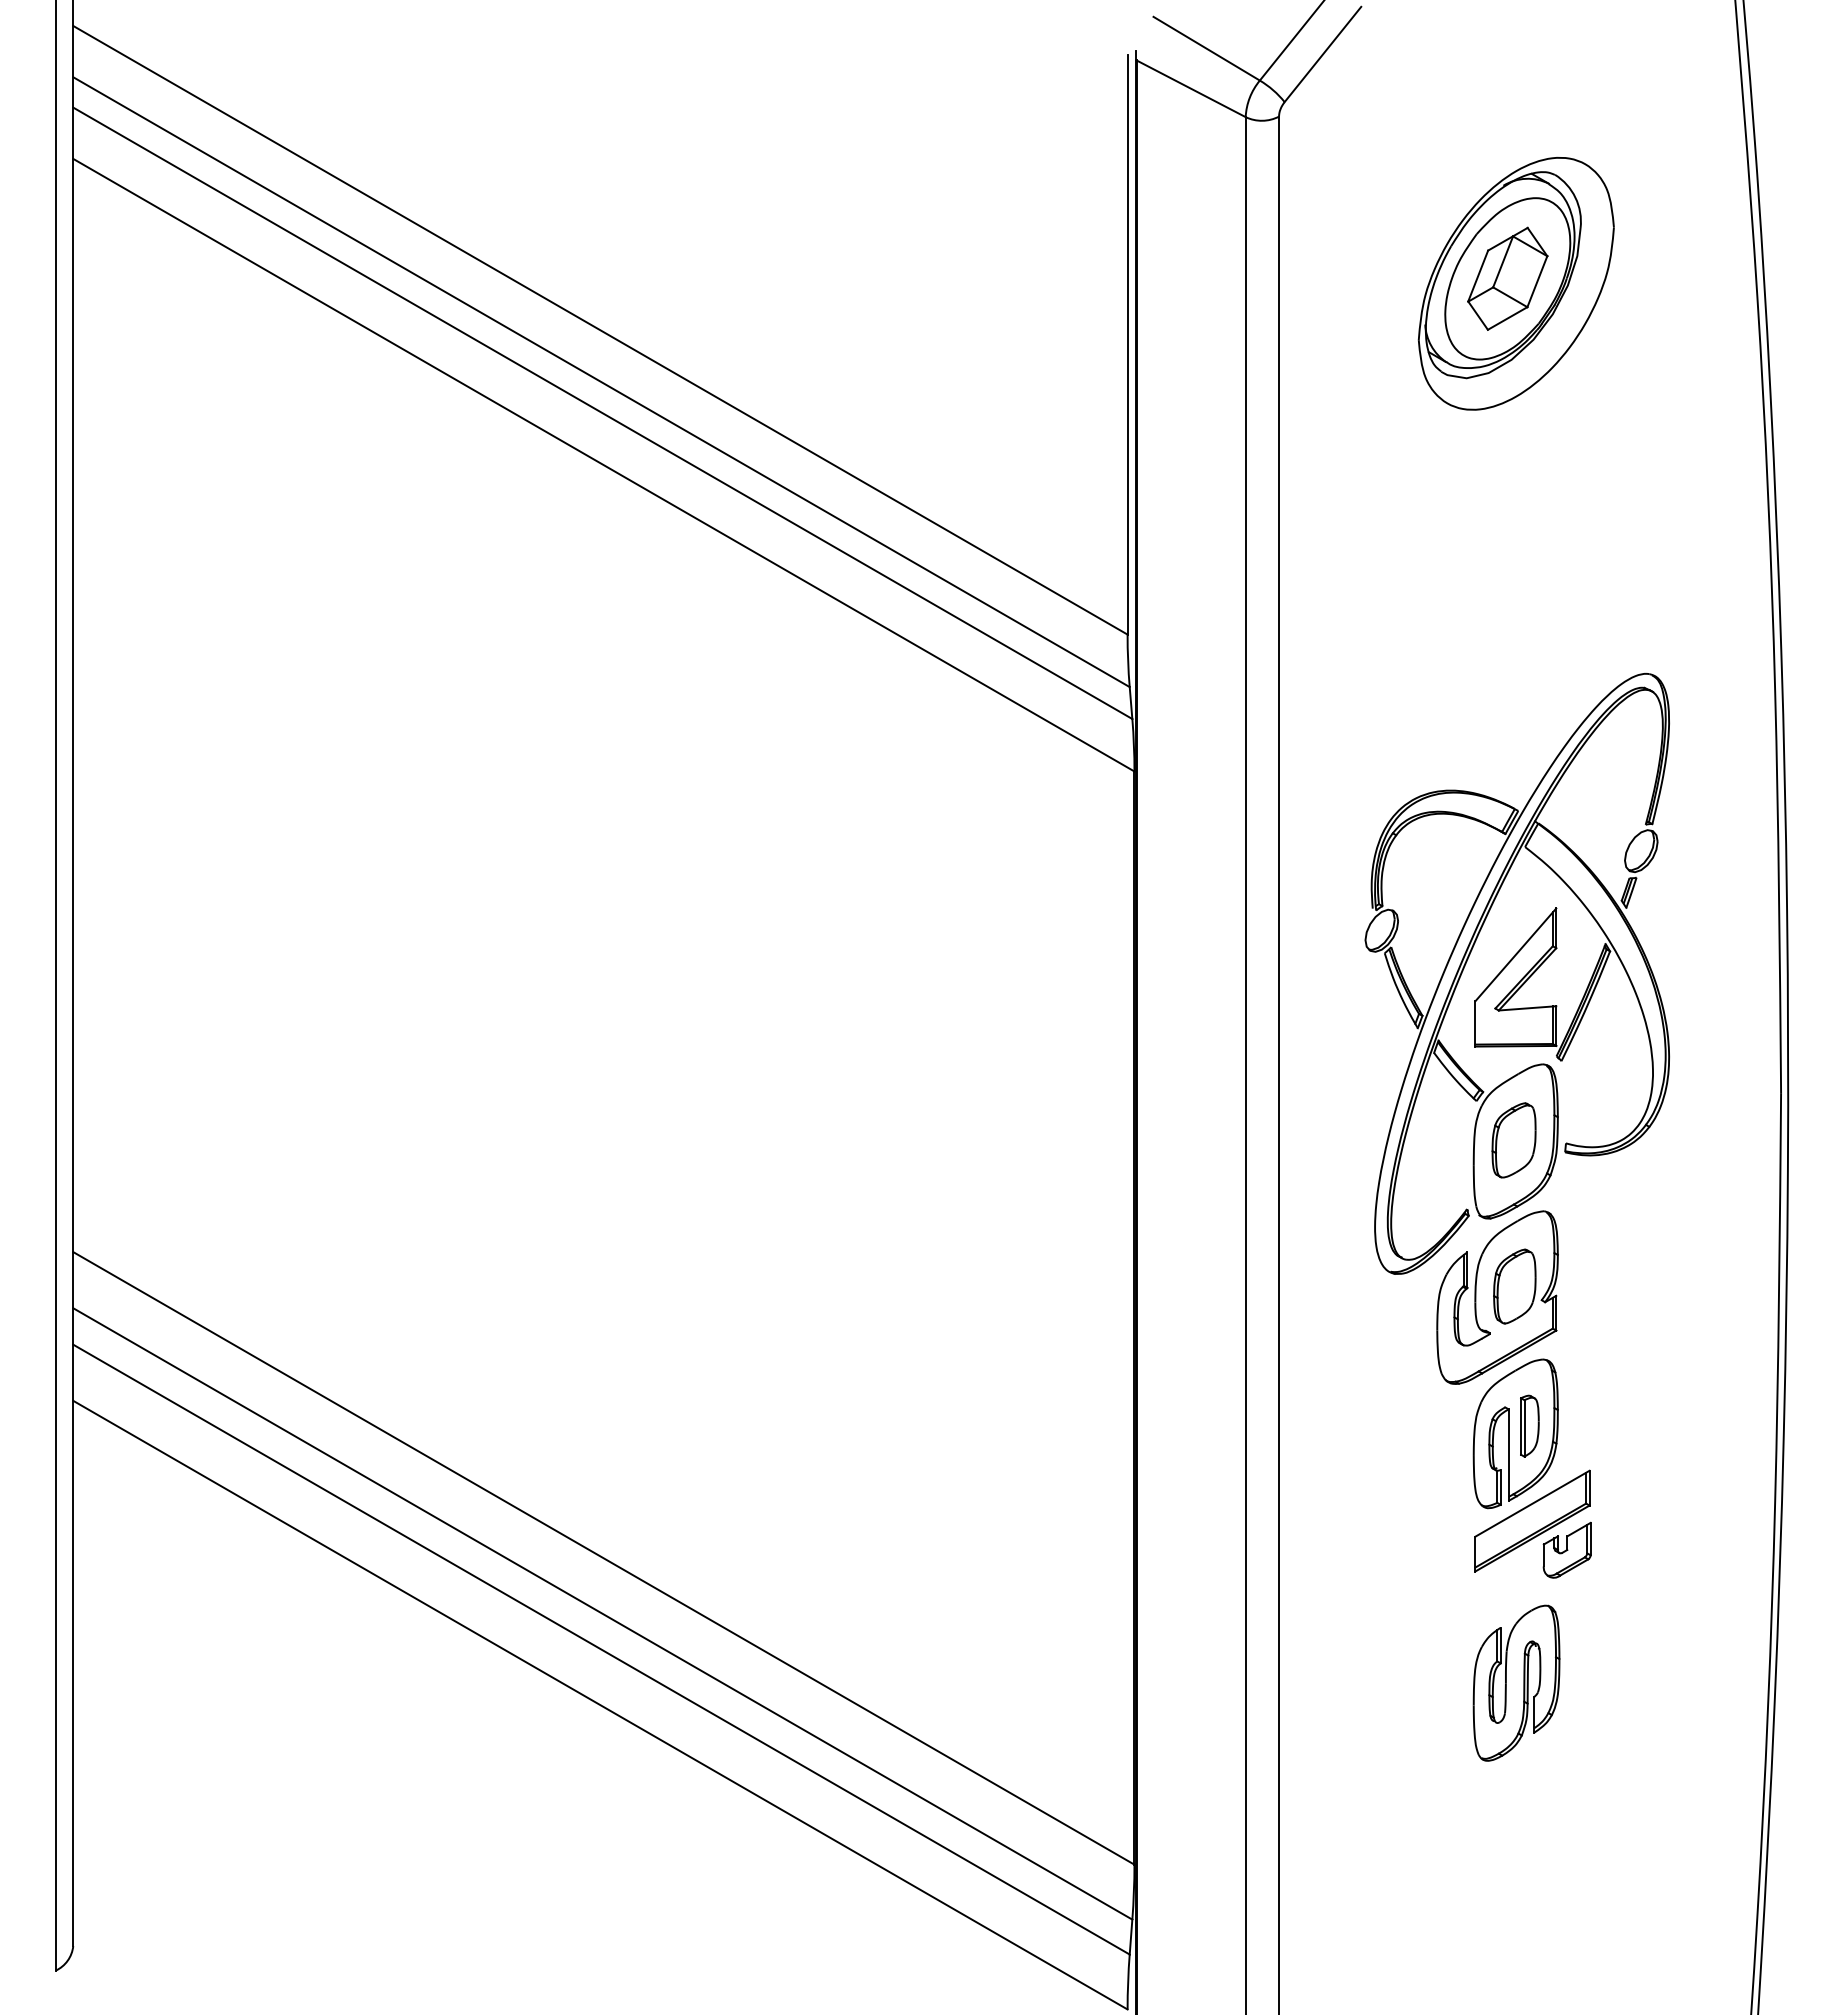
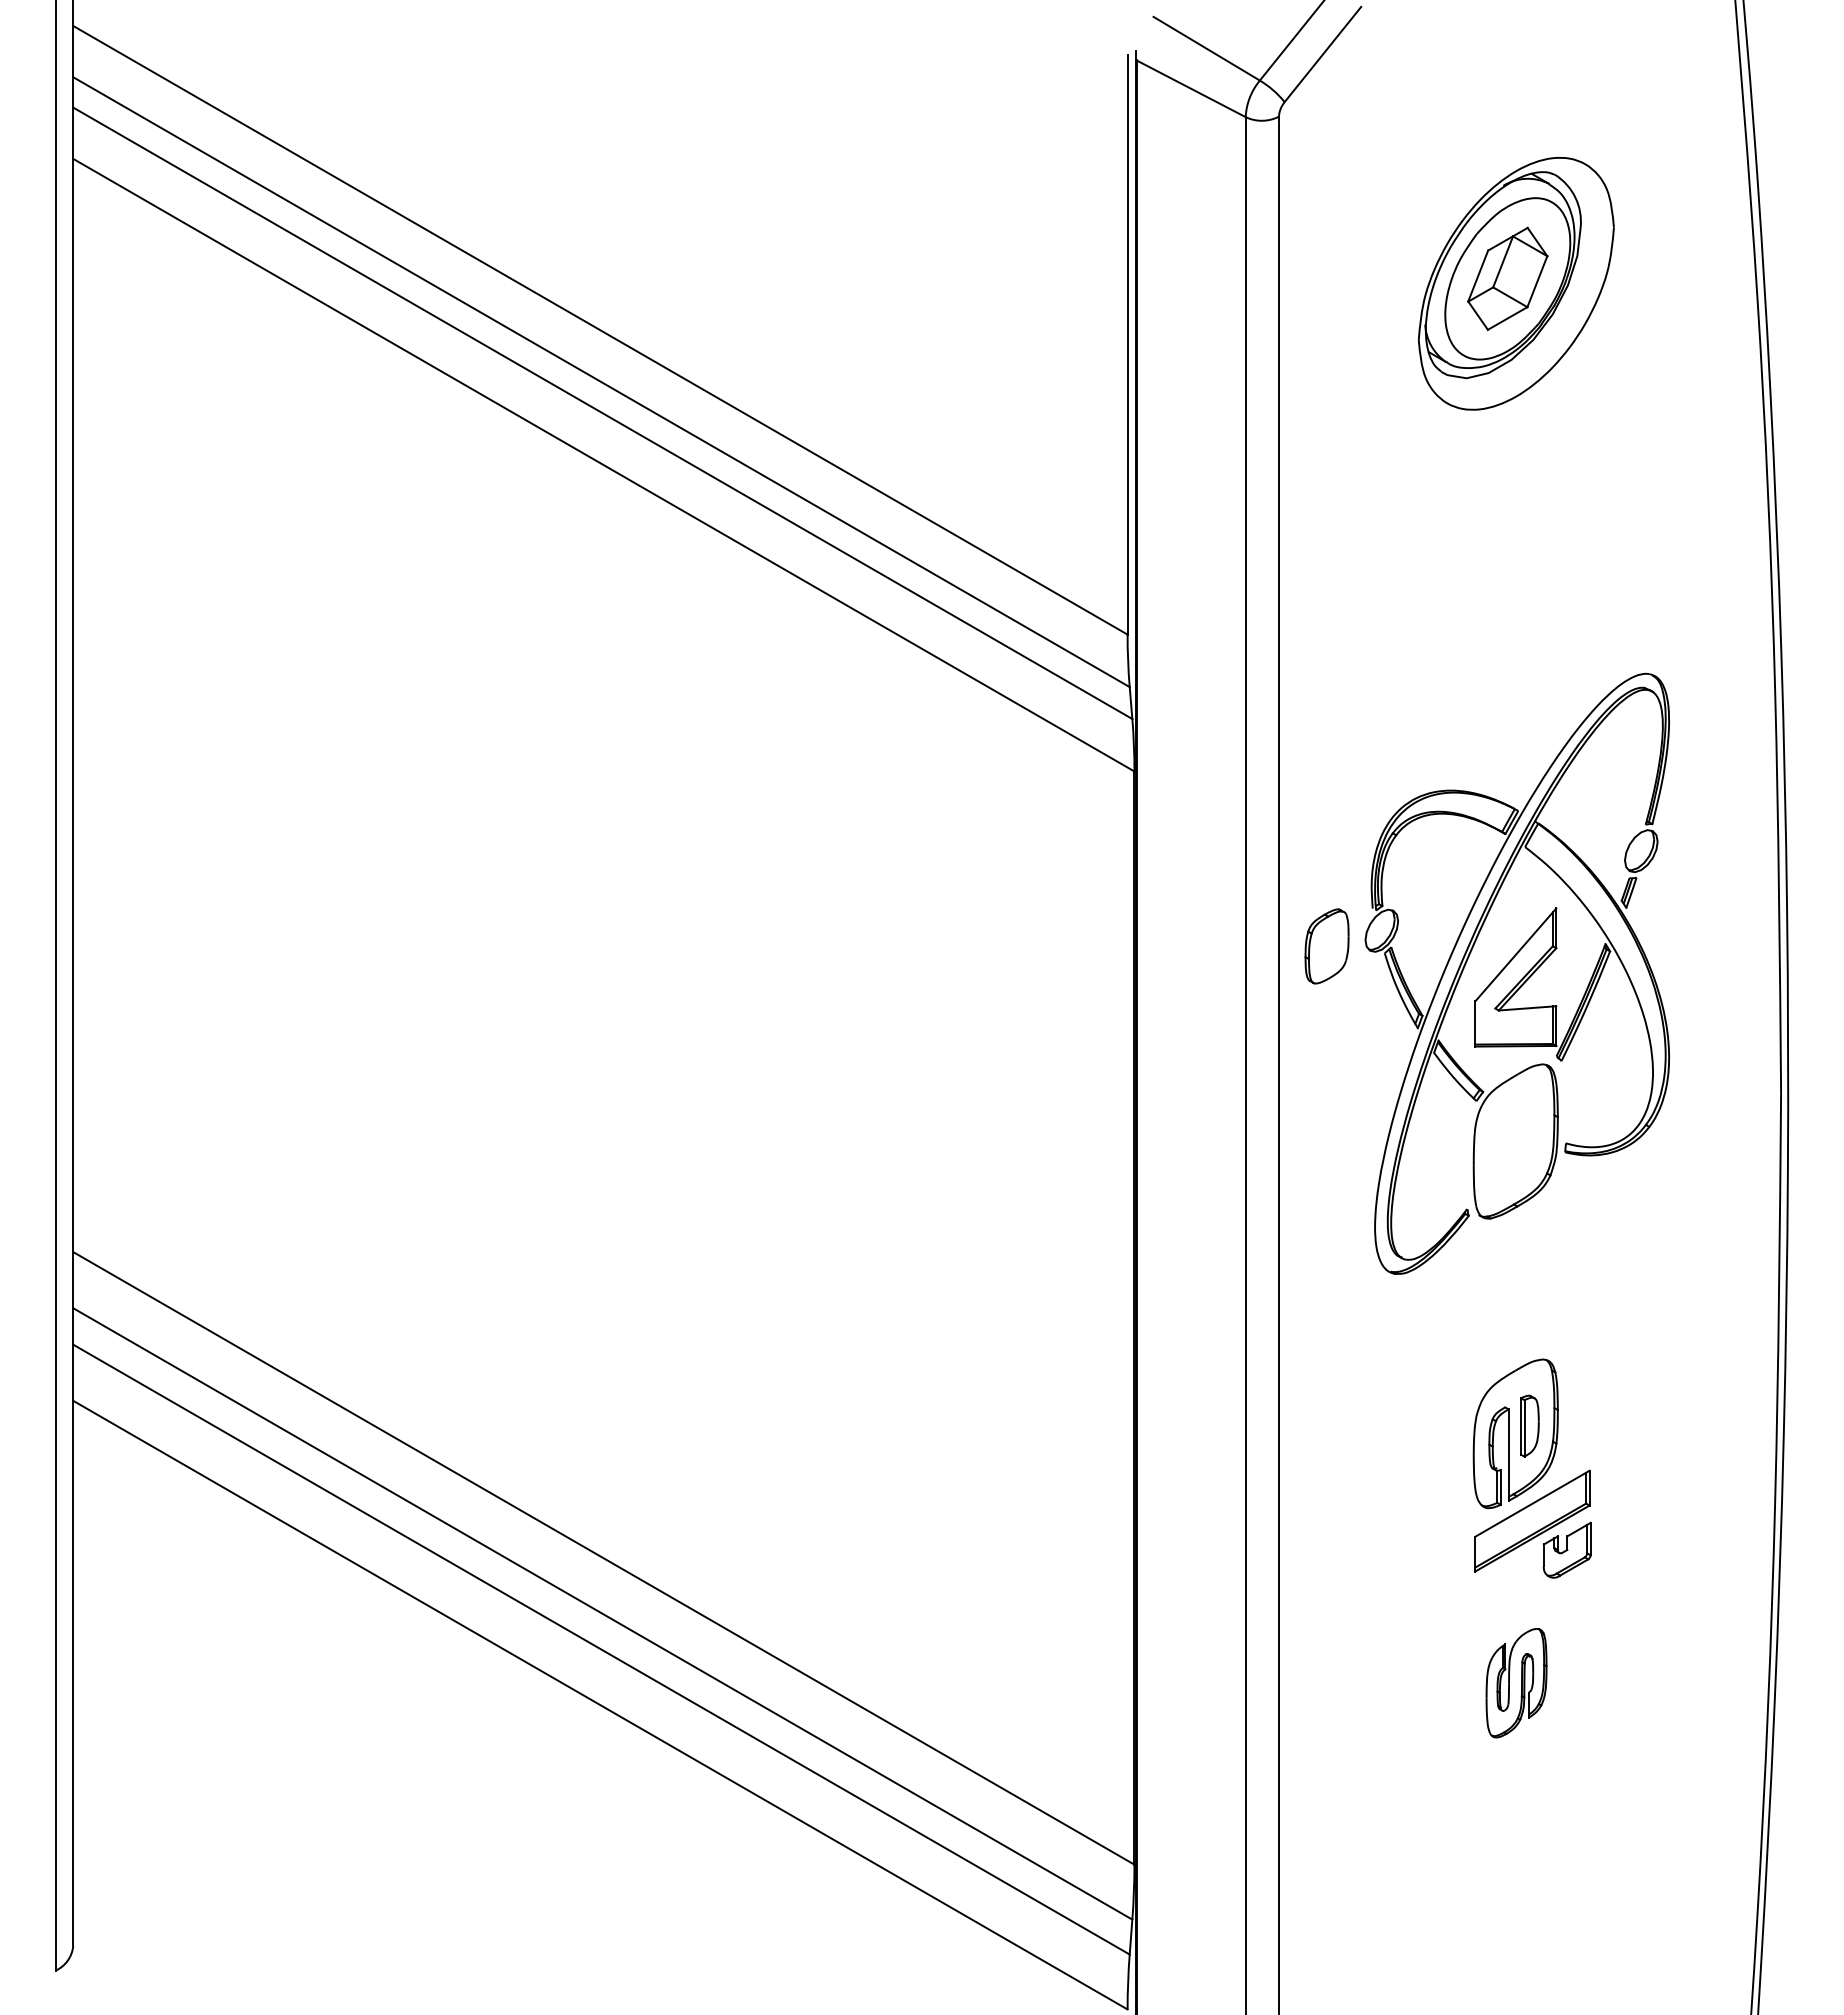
part at (1513, 1140) position: (1513, 1140) -> (1326, 946)
part at (1497, 1297): present -> none
part at (1516, 1682) size: 89x158 px -> 63x111 px
